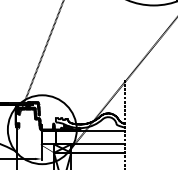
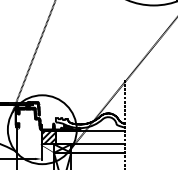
line at (41, 58) position: (41, 58) -> (33, 57)
hatch at (48, 137): none -> present
